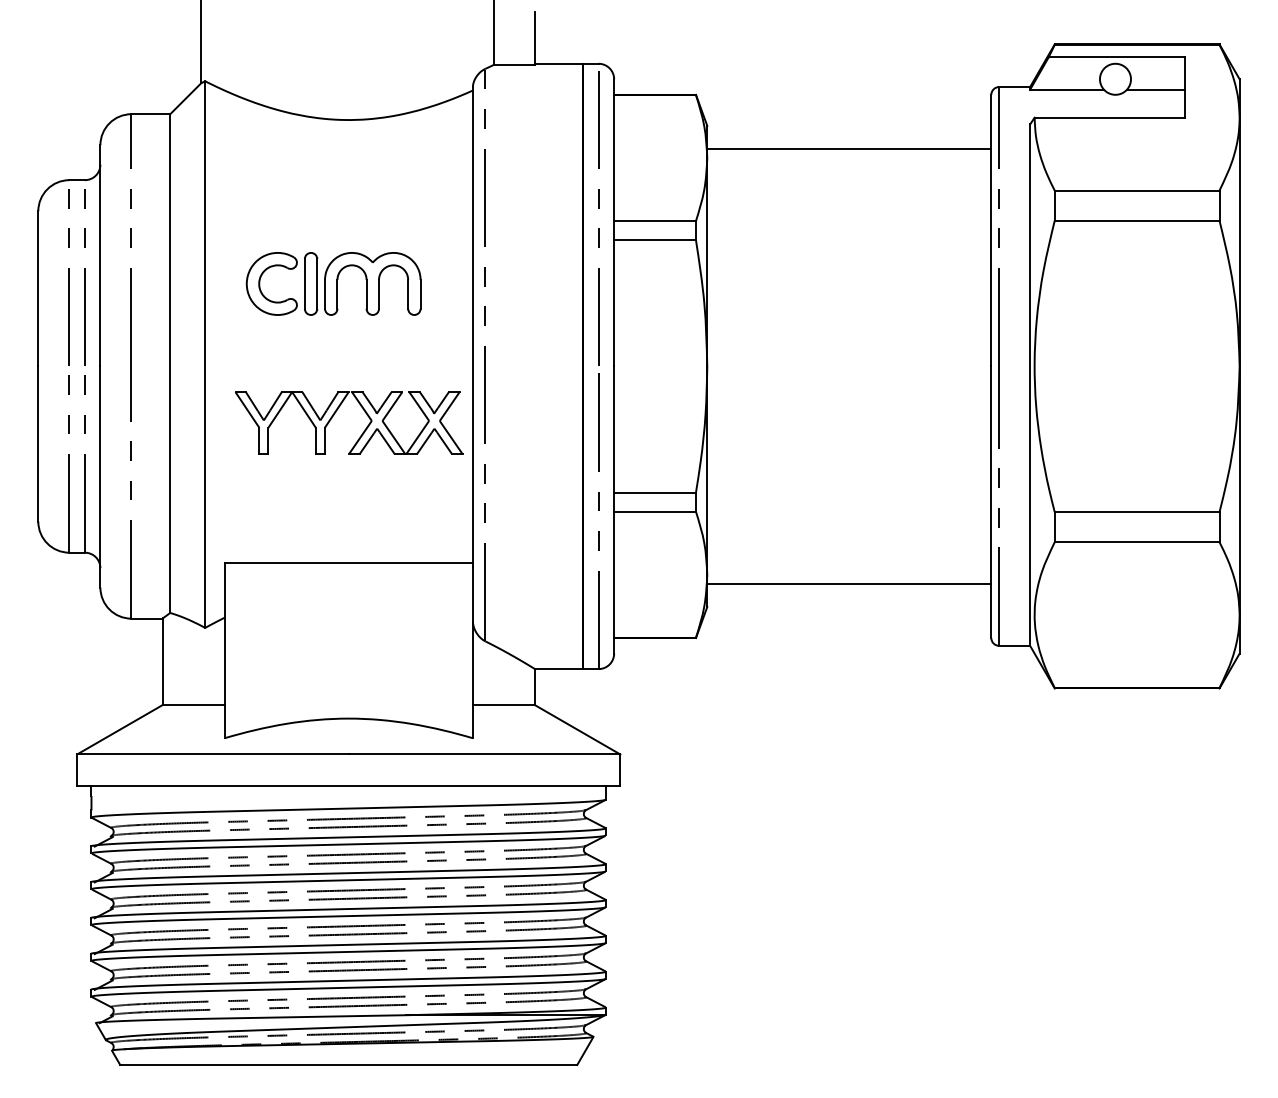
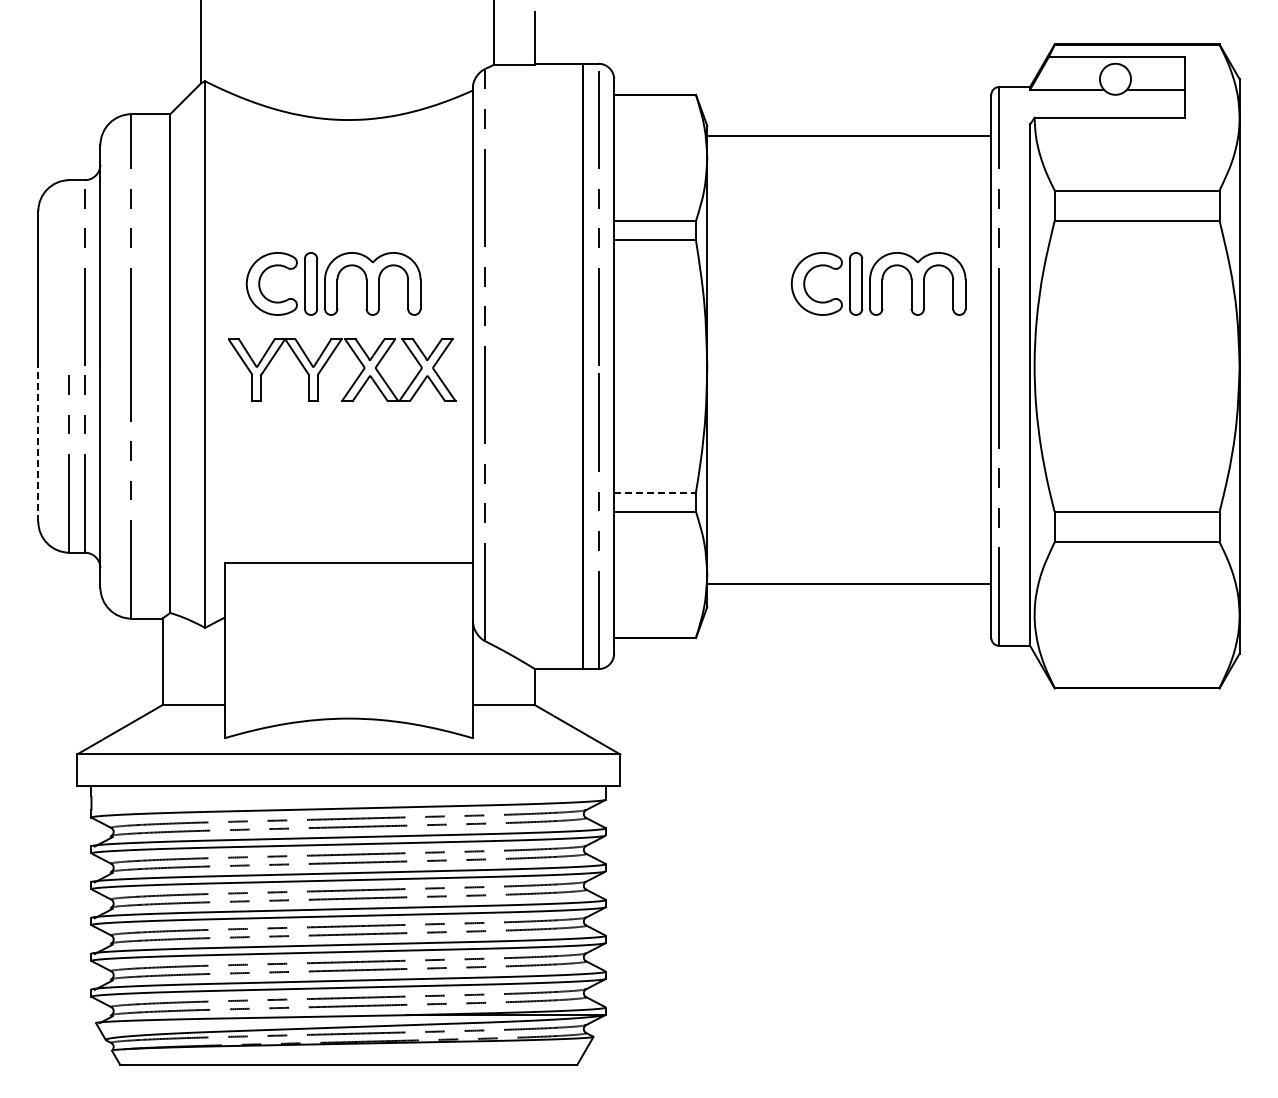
line at (849, 149) position: (849, 149) -> (849, 136)
line at (68, 277): present -> none
part at (878, 283): none -> present
part at (336, 412) position: (336, 412) -> (329, 359)
line at (38, 444): solid -> dashed
line at (655, 492): solid -> dashed
